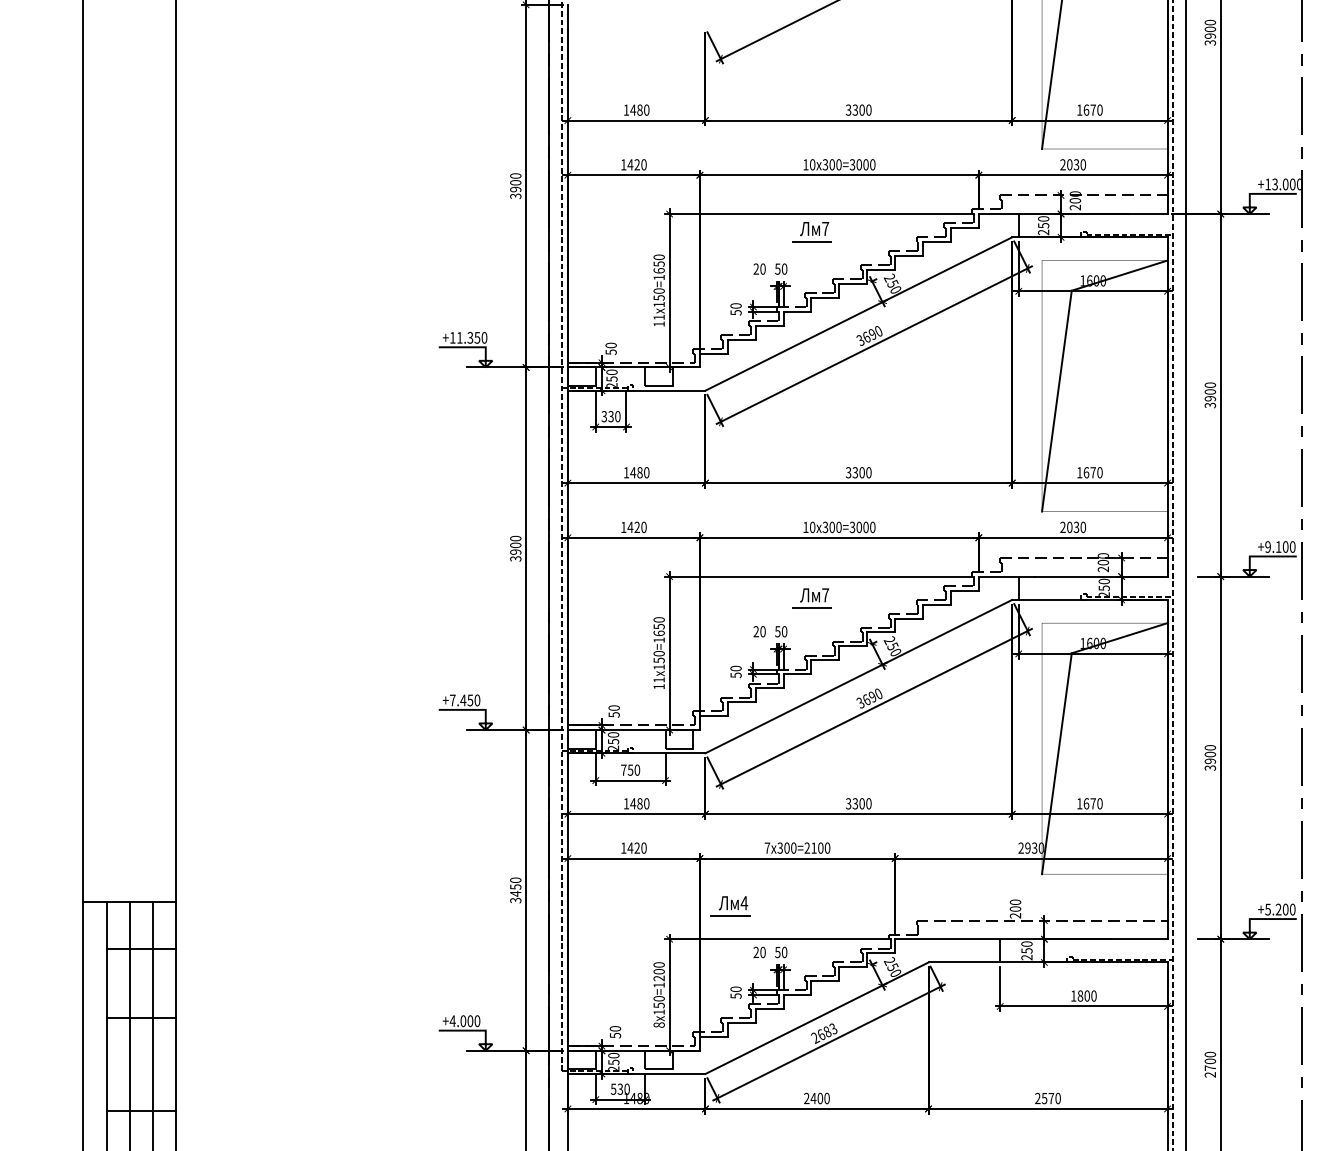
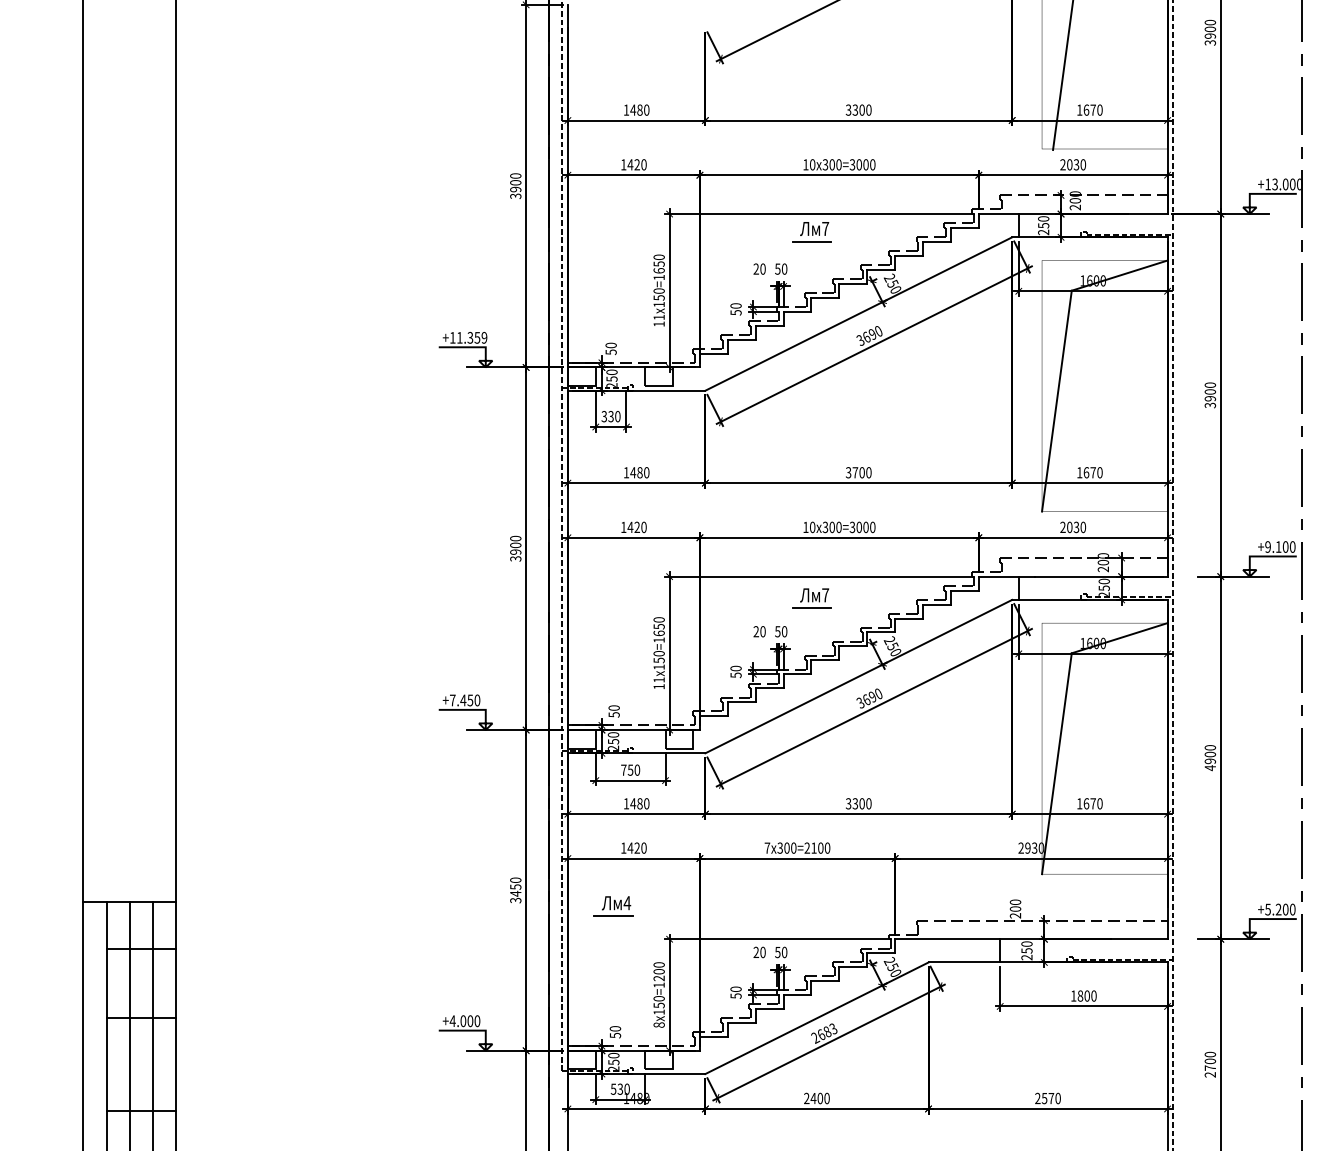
line at (1051, 75) position: (1051, 75) -> (1062, 76)
text at (484, 337): +11.350 -> +11.359
text at (855, 472): 3300 -> 3700
line at (1186, 574): present -> none
text at (1210, 768): 3900 -> 4900
part at (730, 906) position: (730, 906) -> (613, 906)
